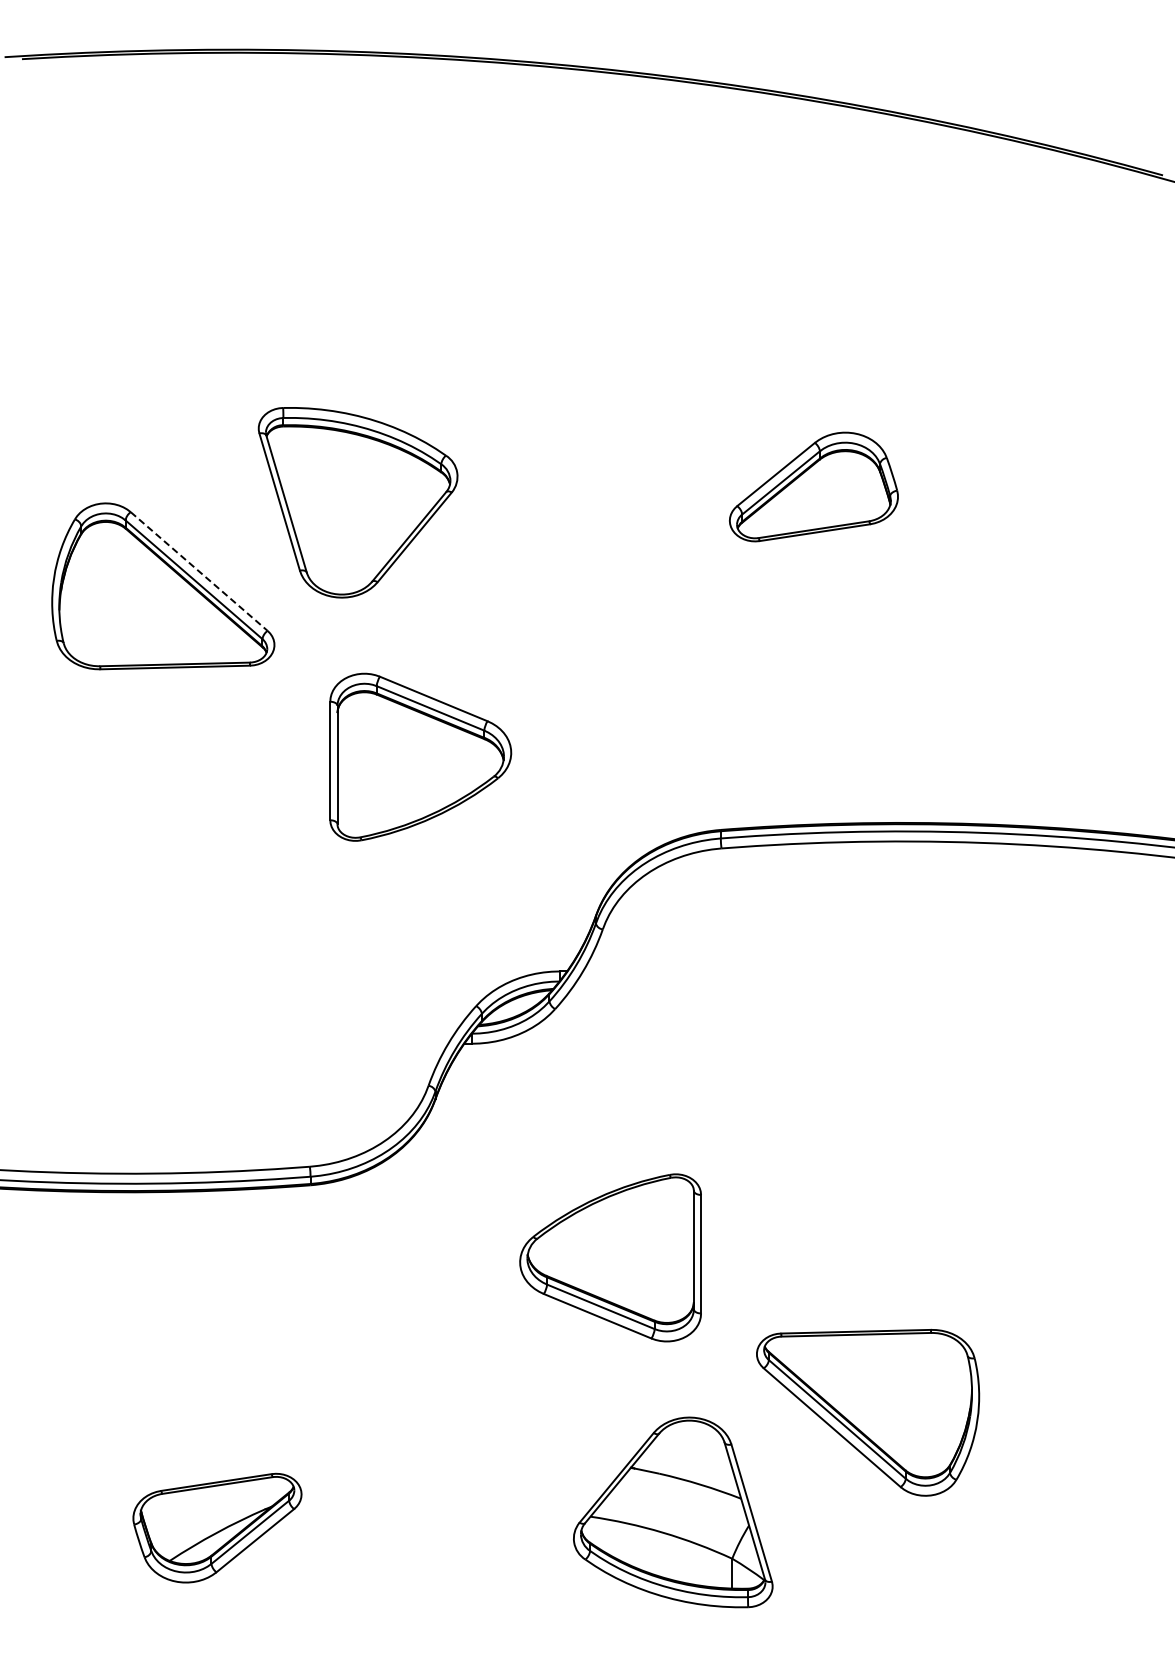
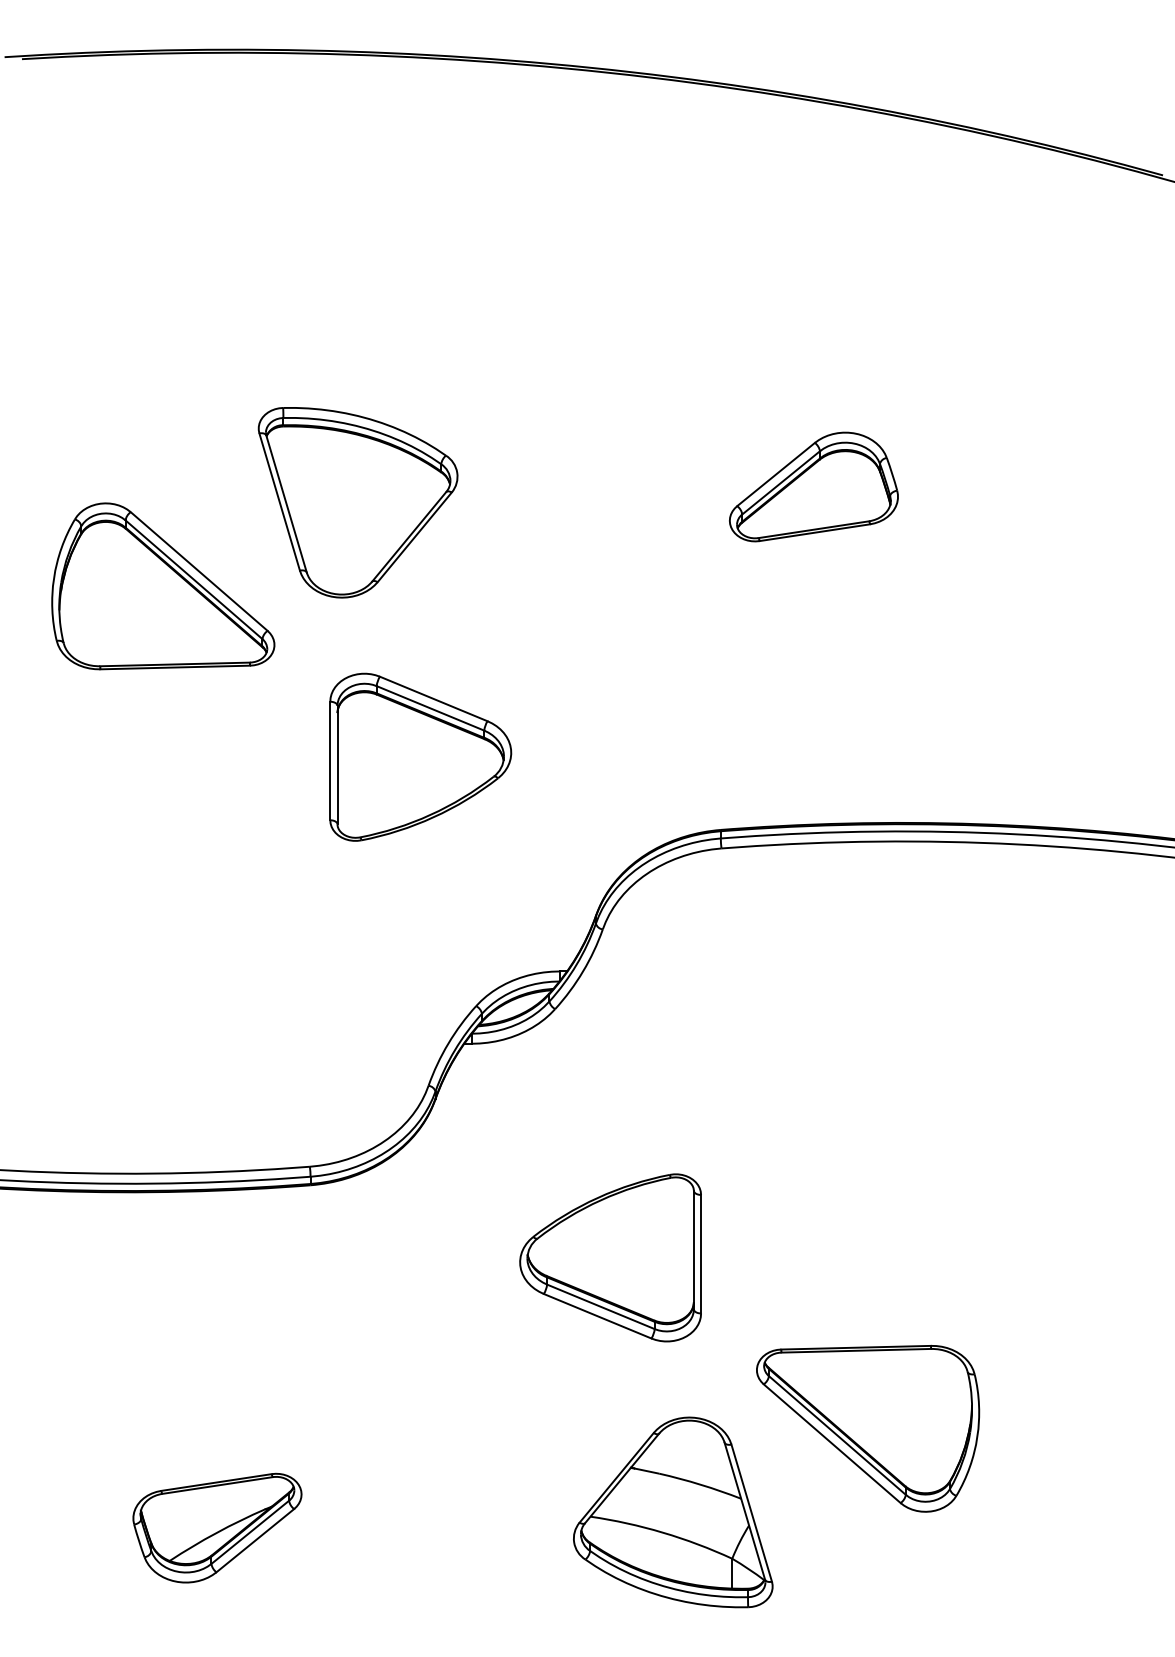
line at (199, 571): dashed -> solid
part at (868, 1412) position: (868, 1412) -> (868, 1428)
